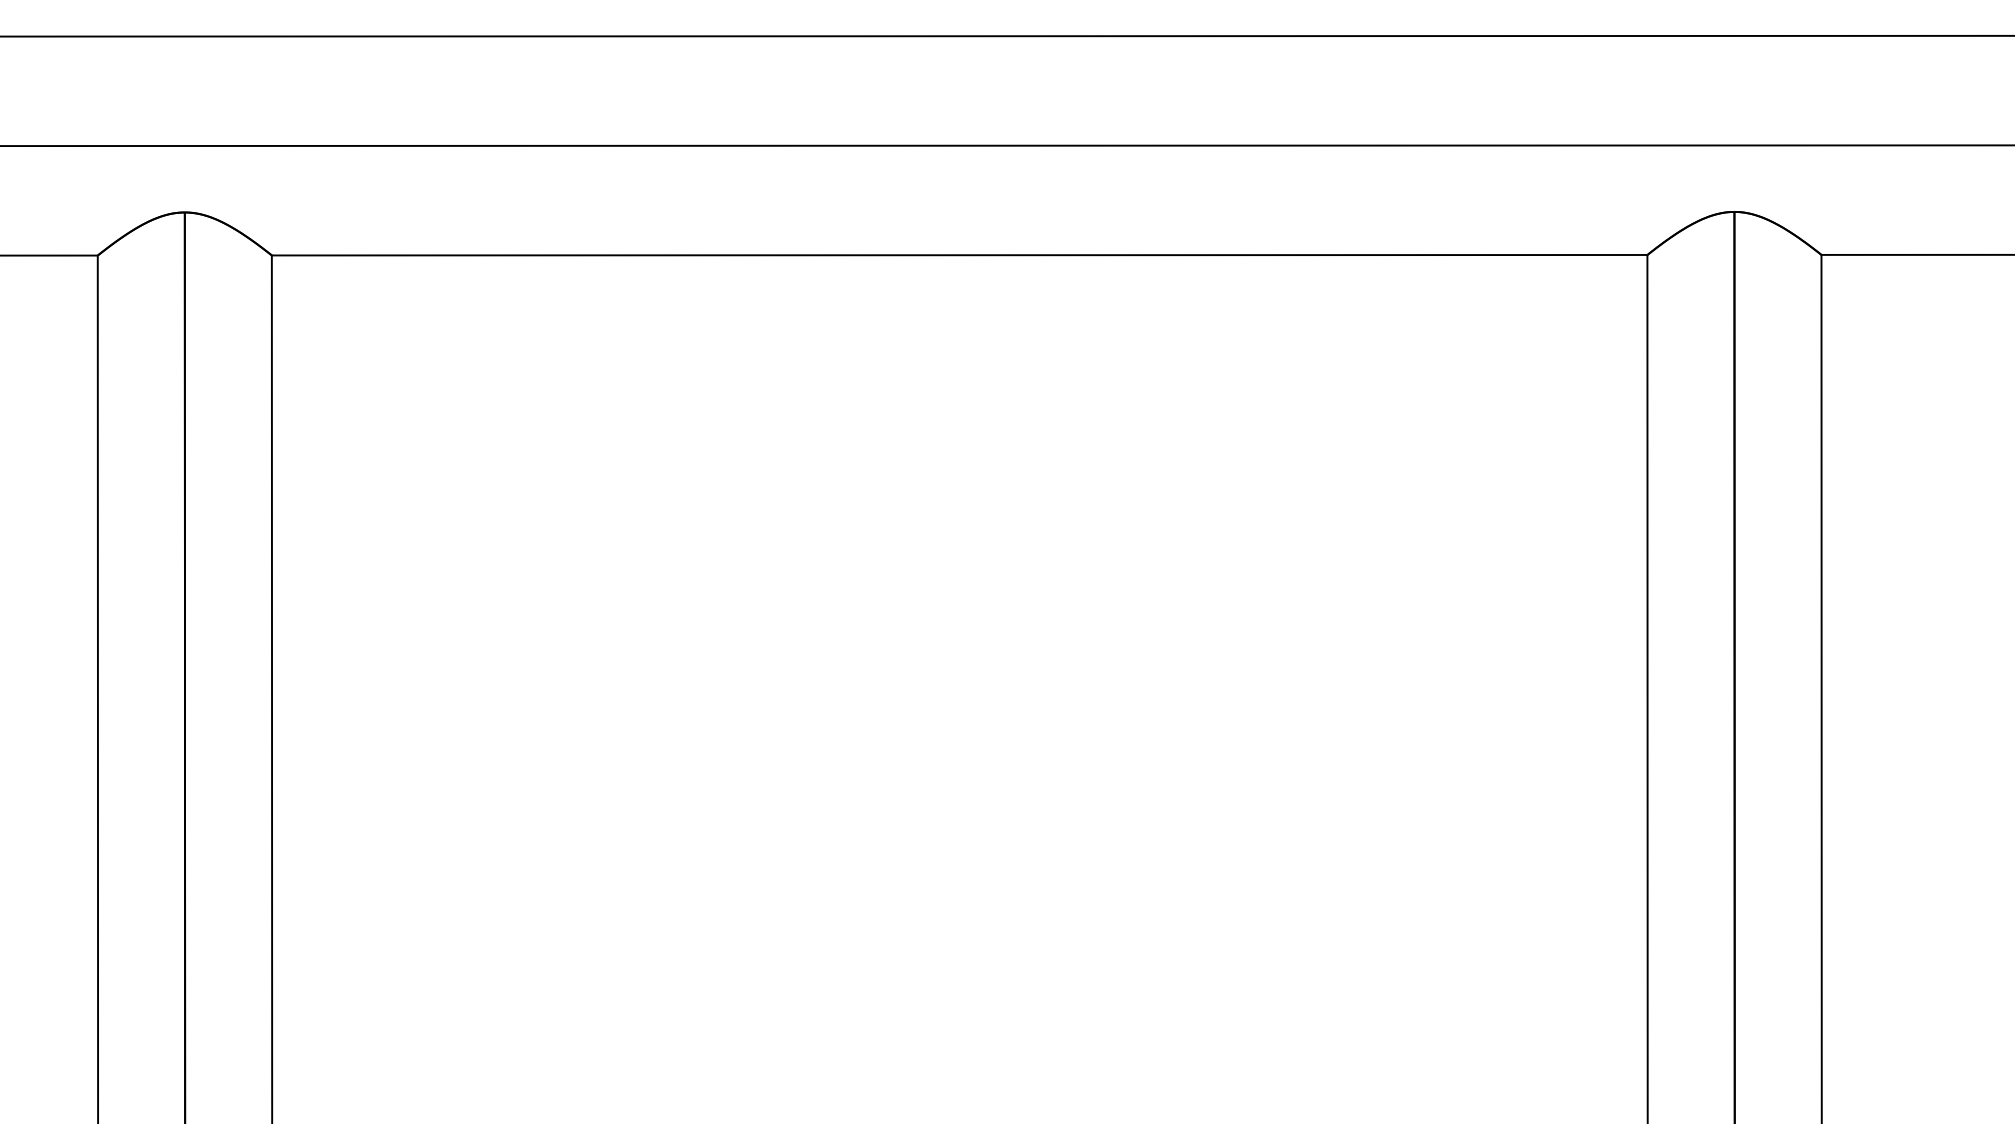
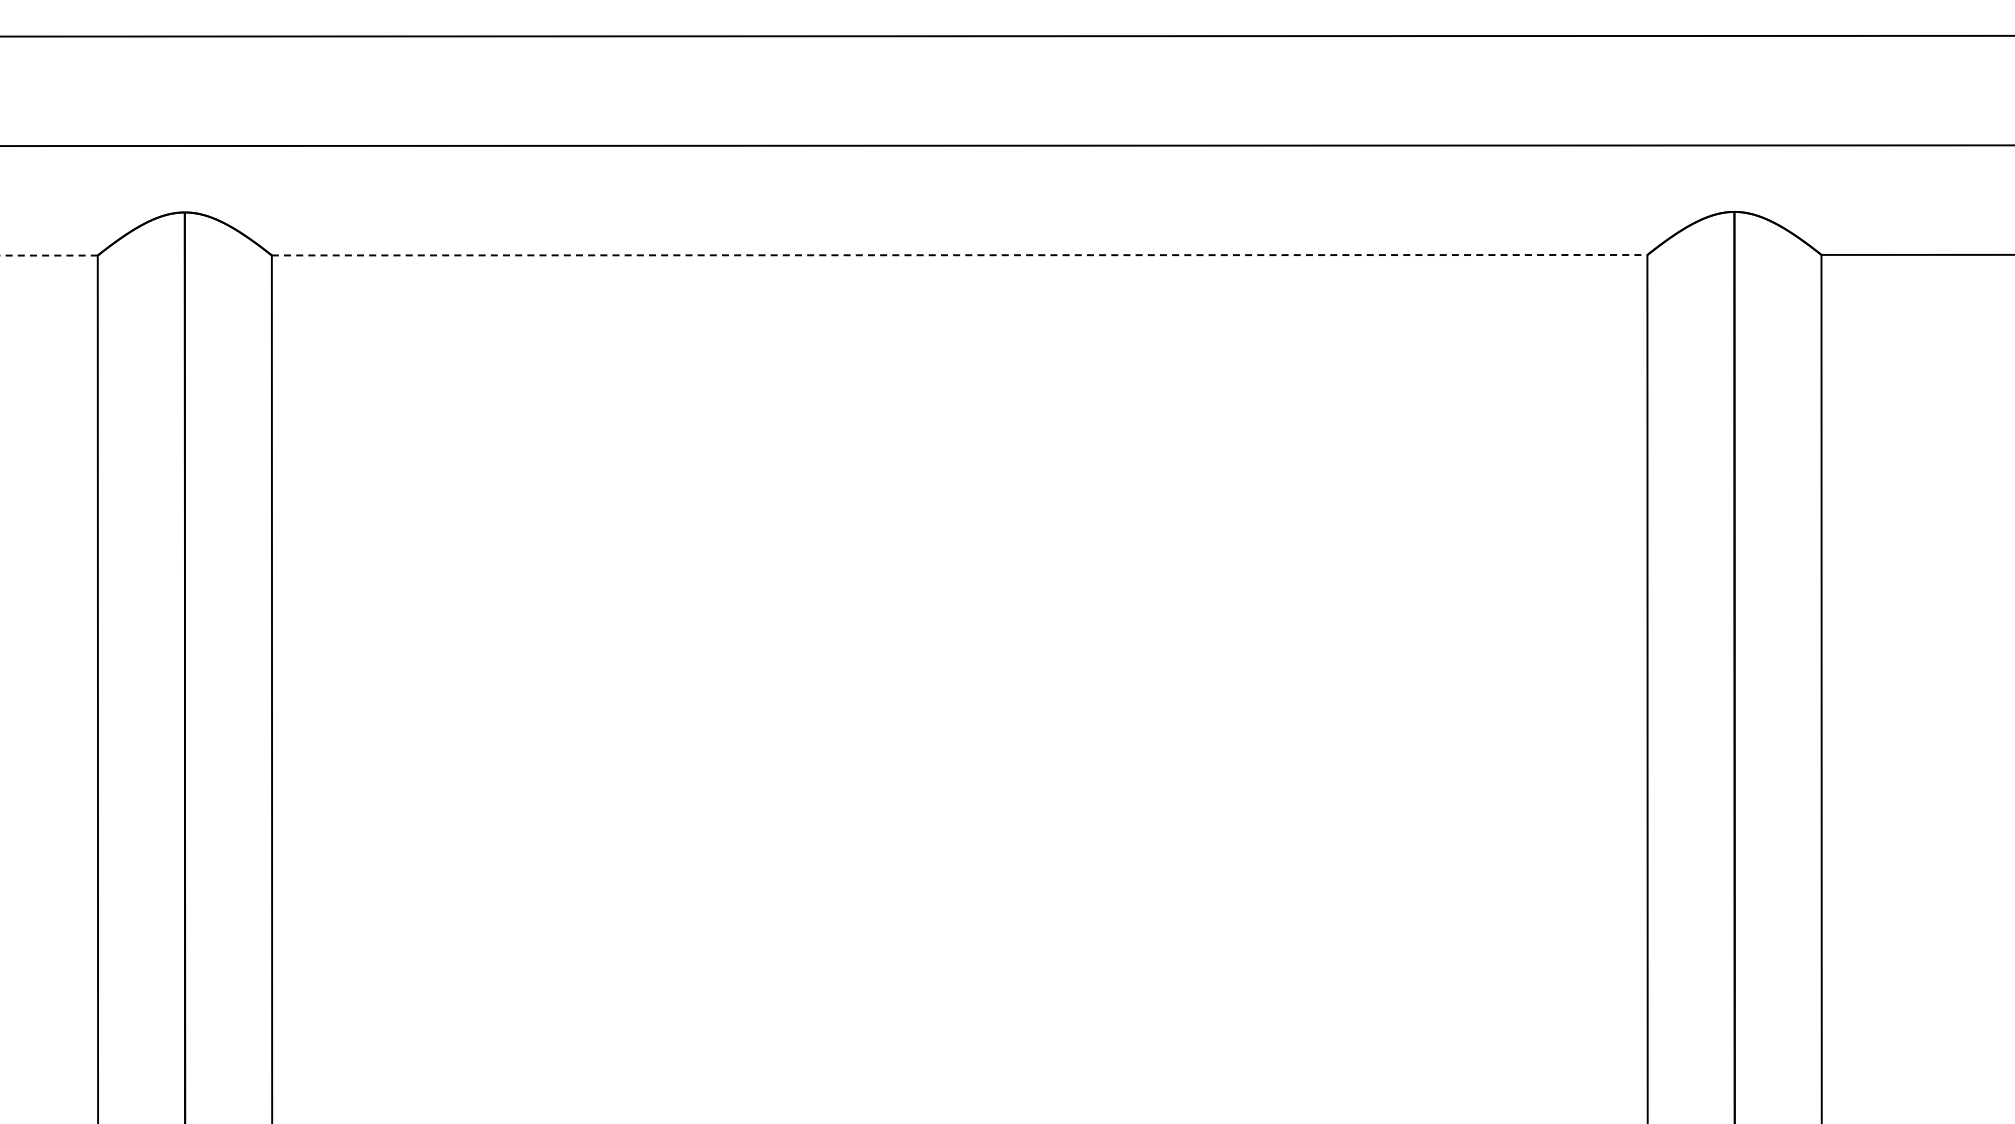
line at (48, 255): solid -> dashed
line at (959, 255): solid -> dashed
